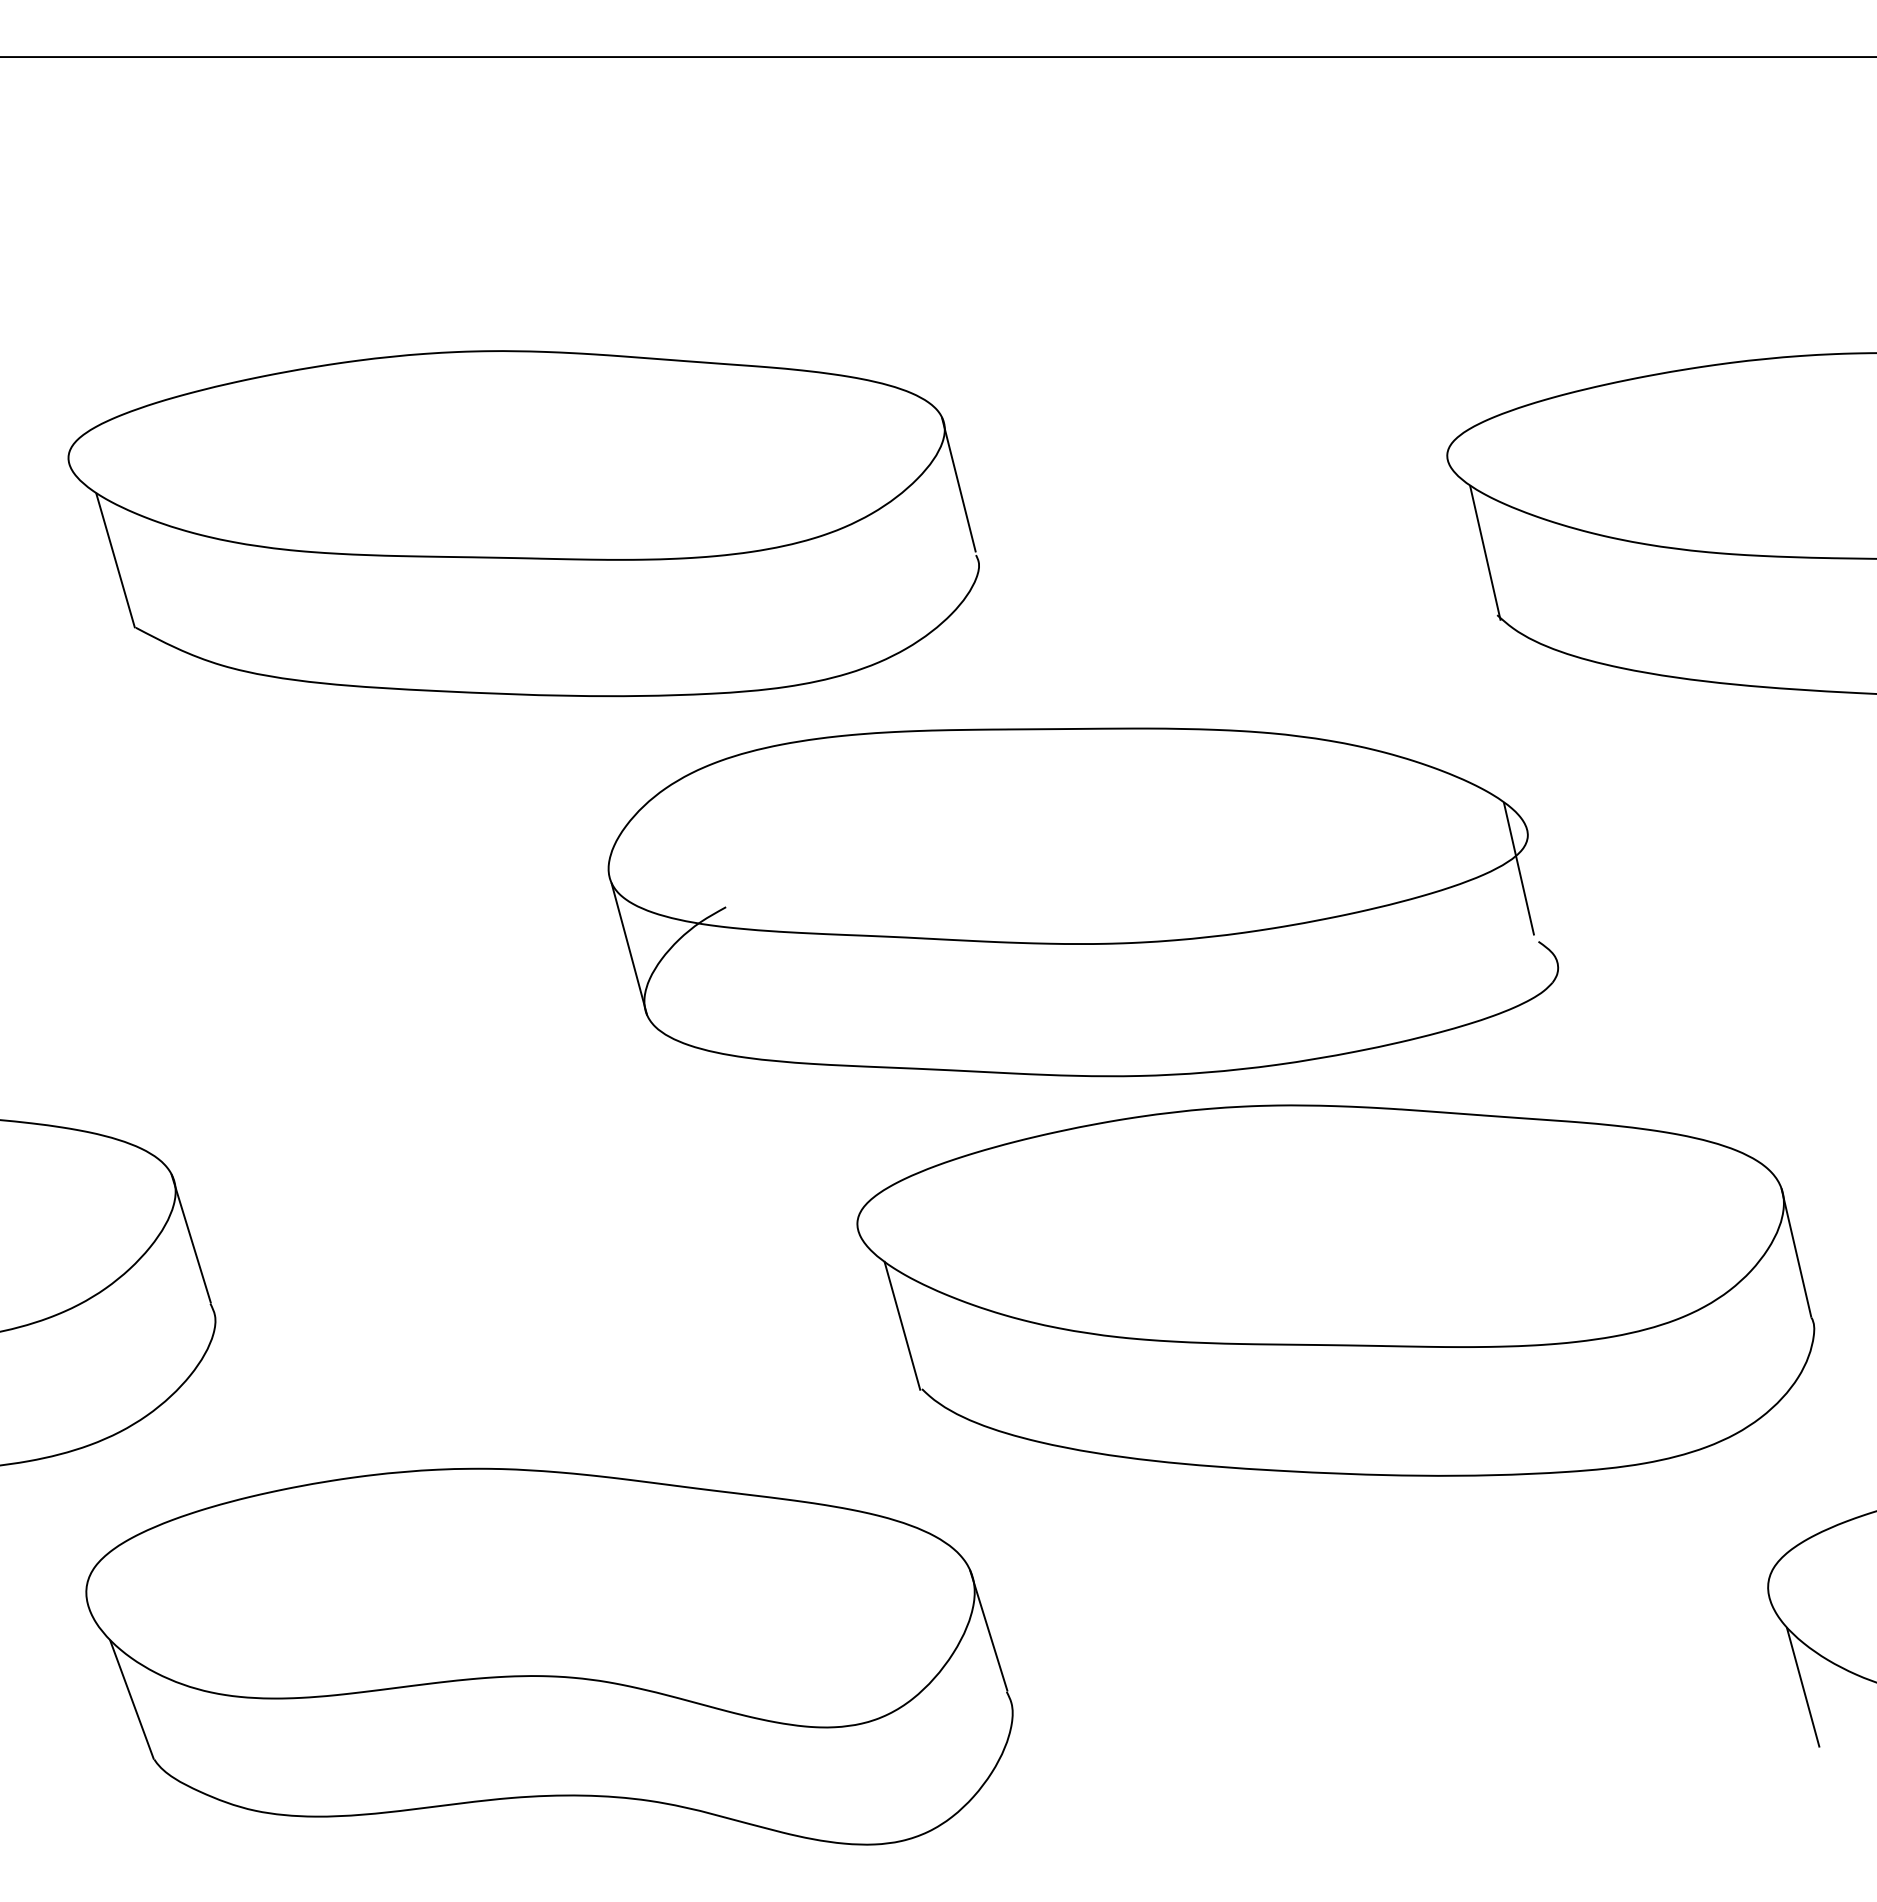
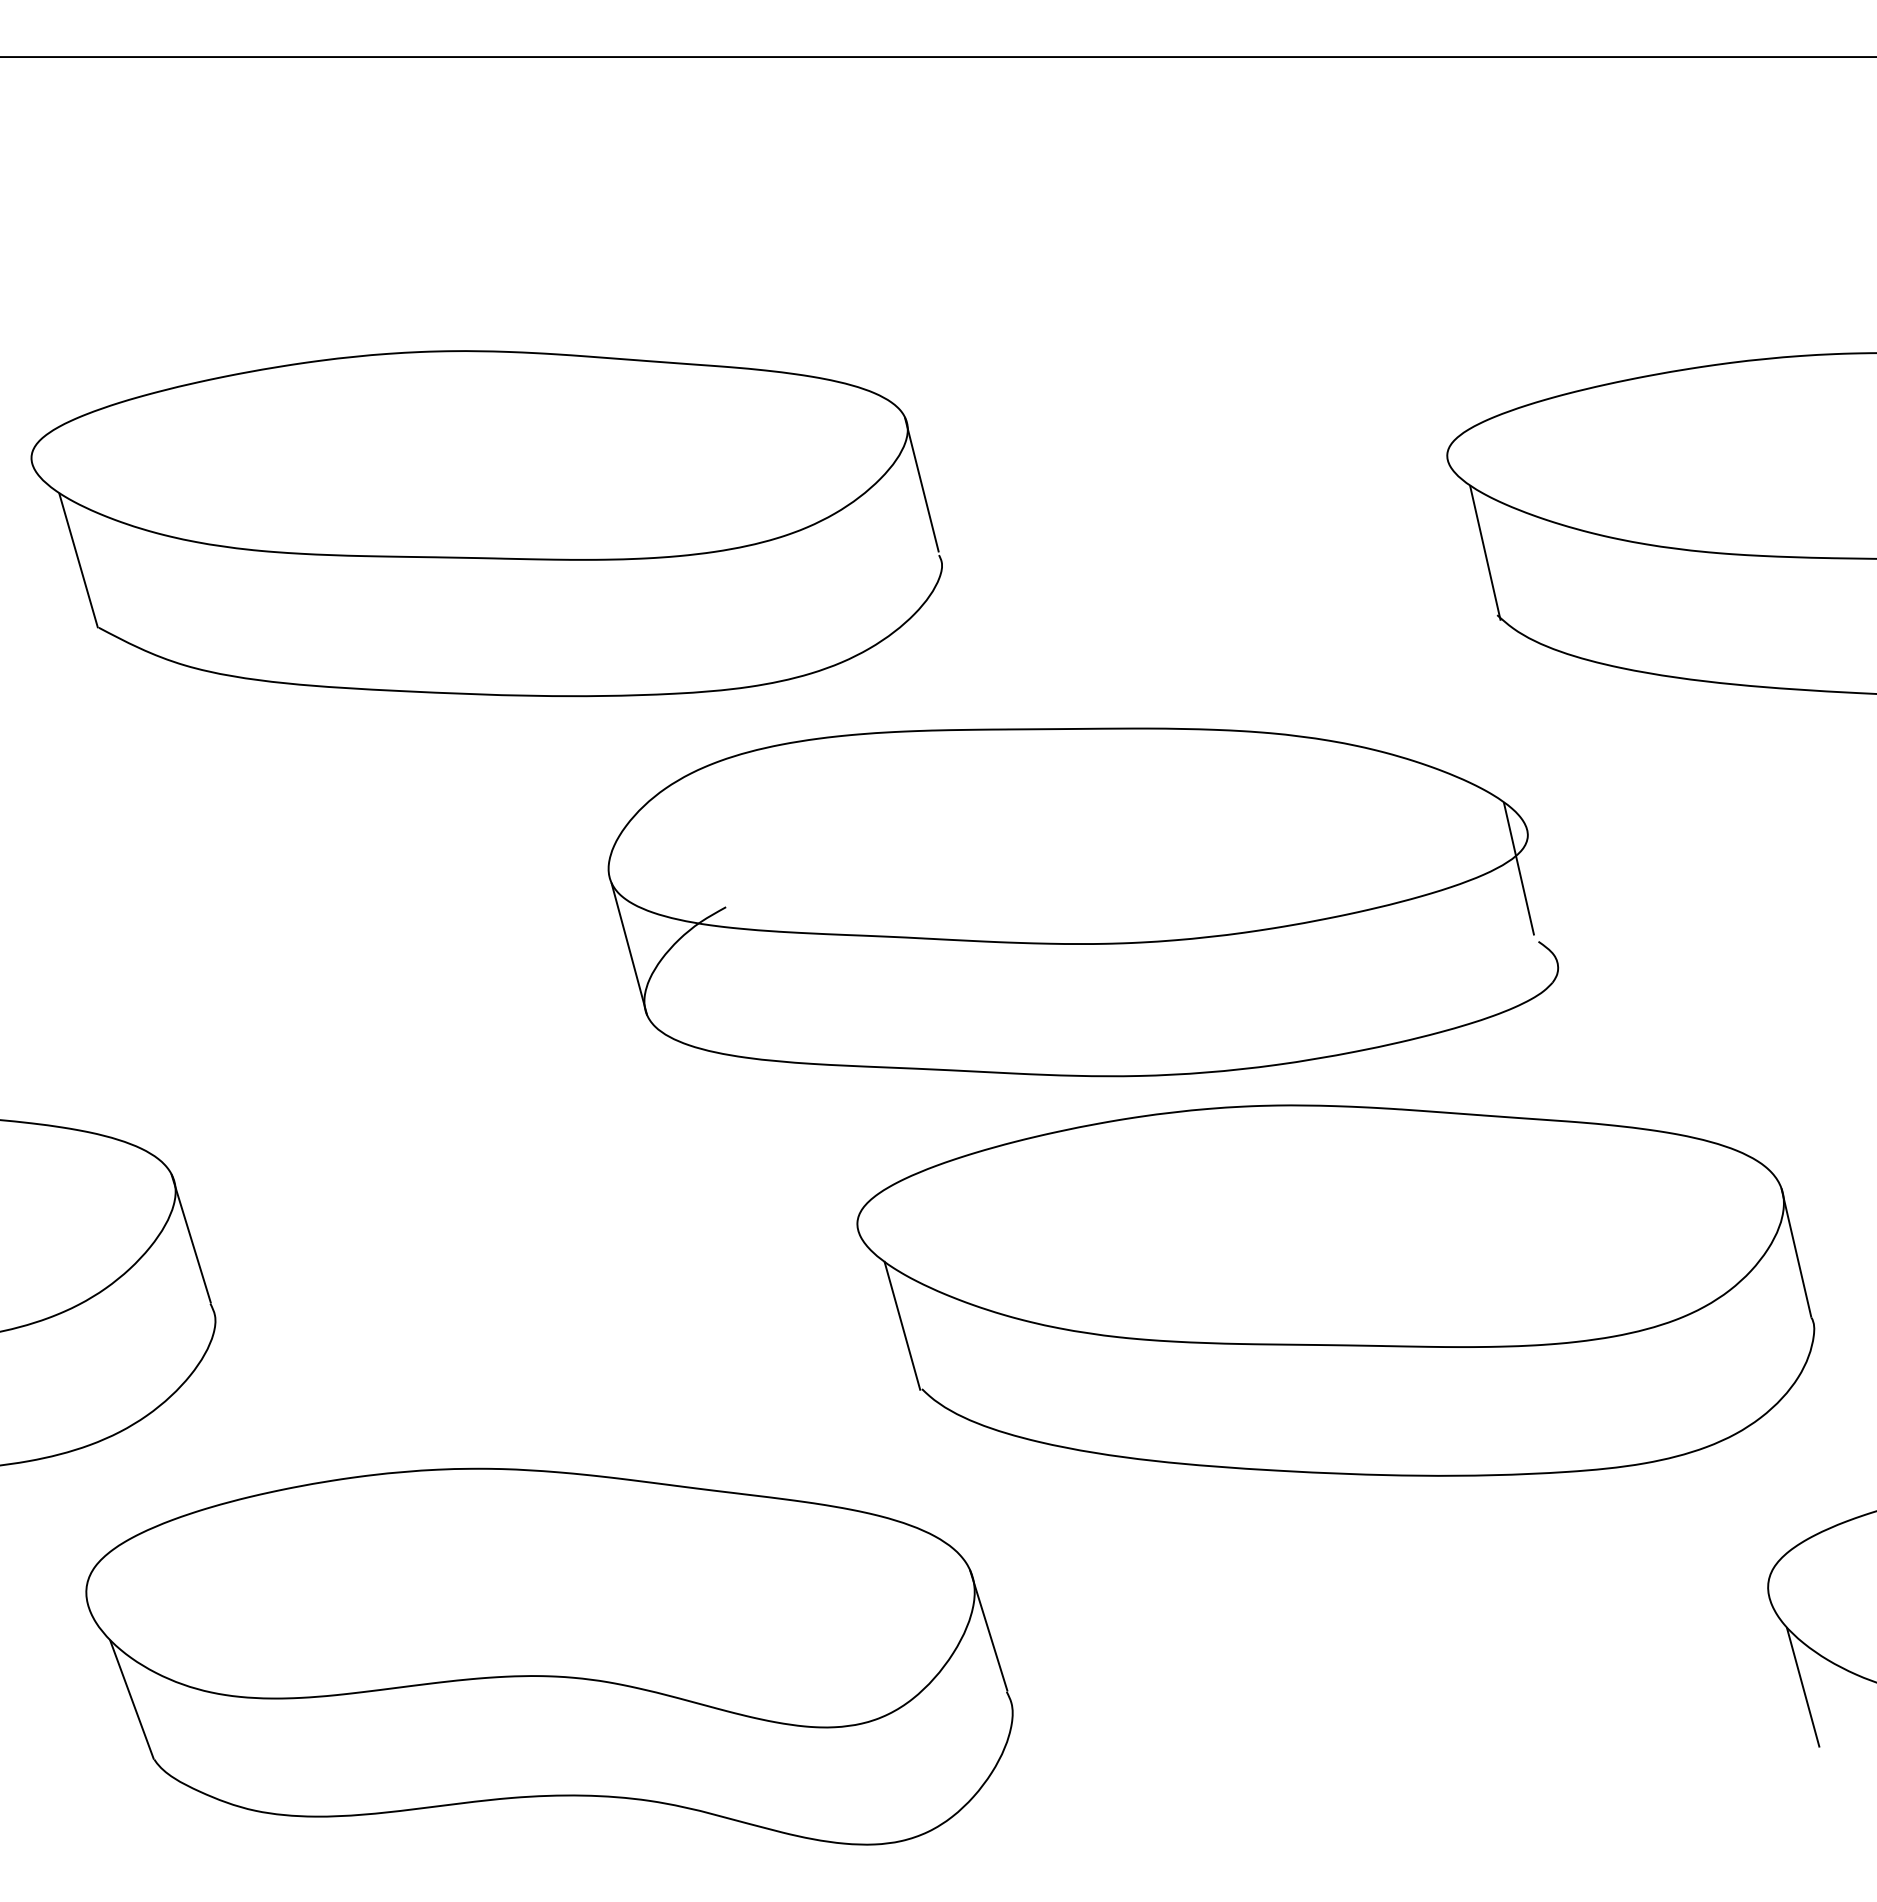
part at (523, 523) position: (523, 523) -> (486, 523)
